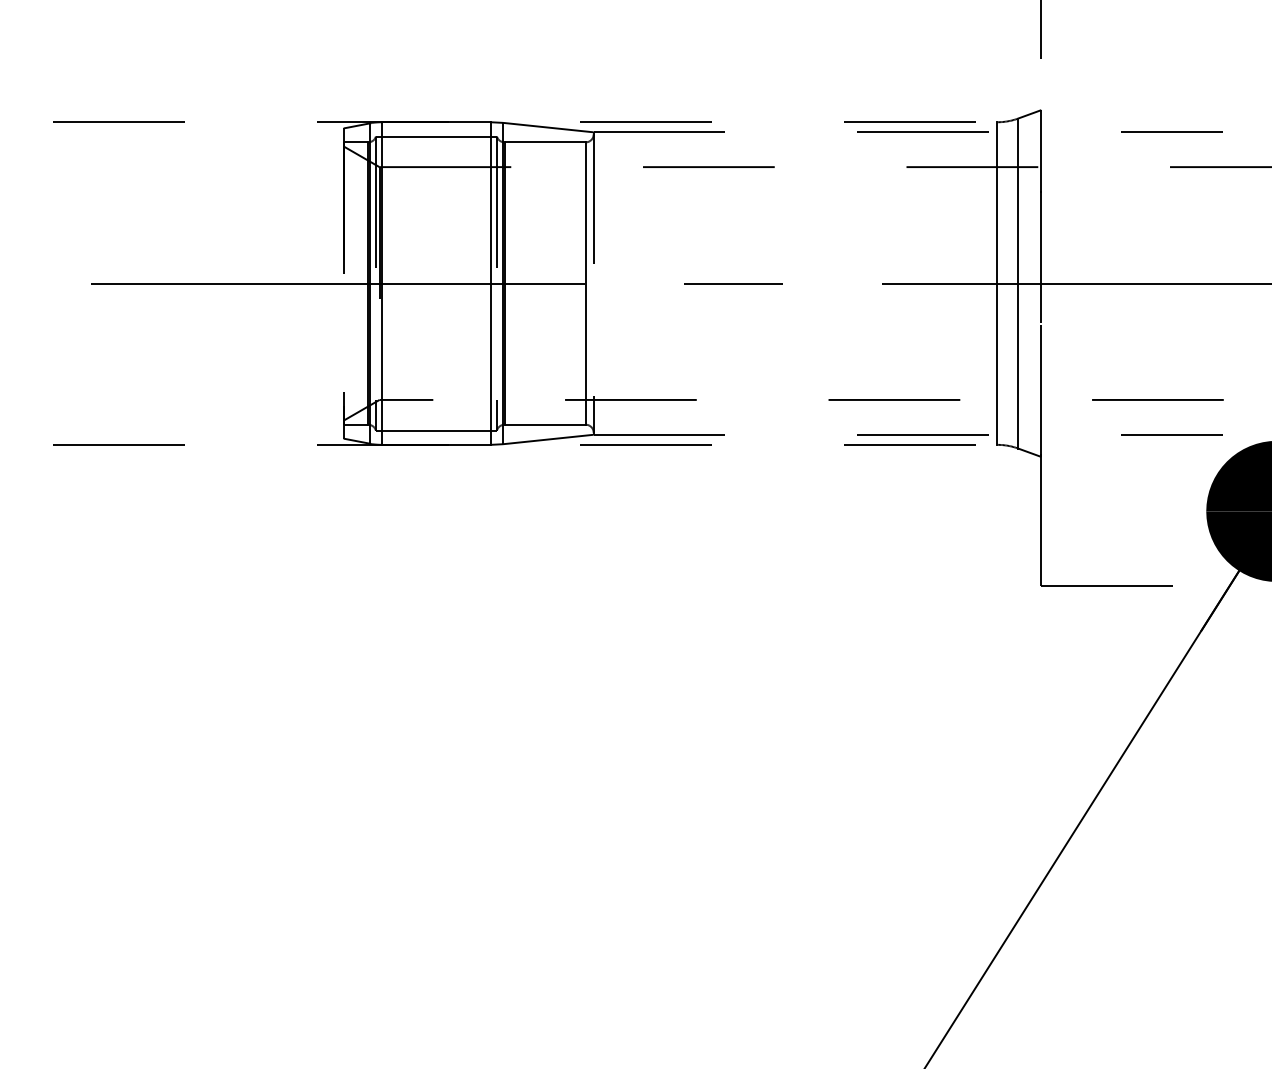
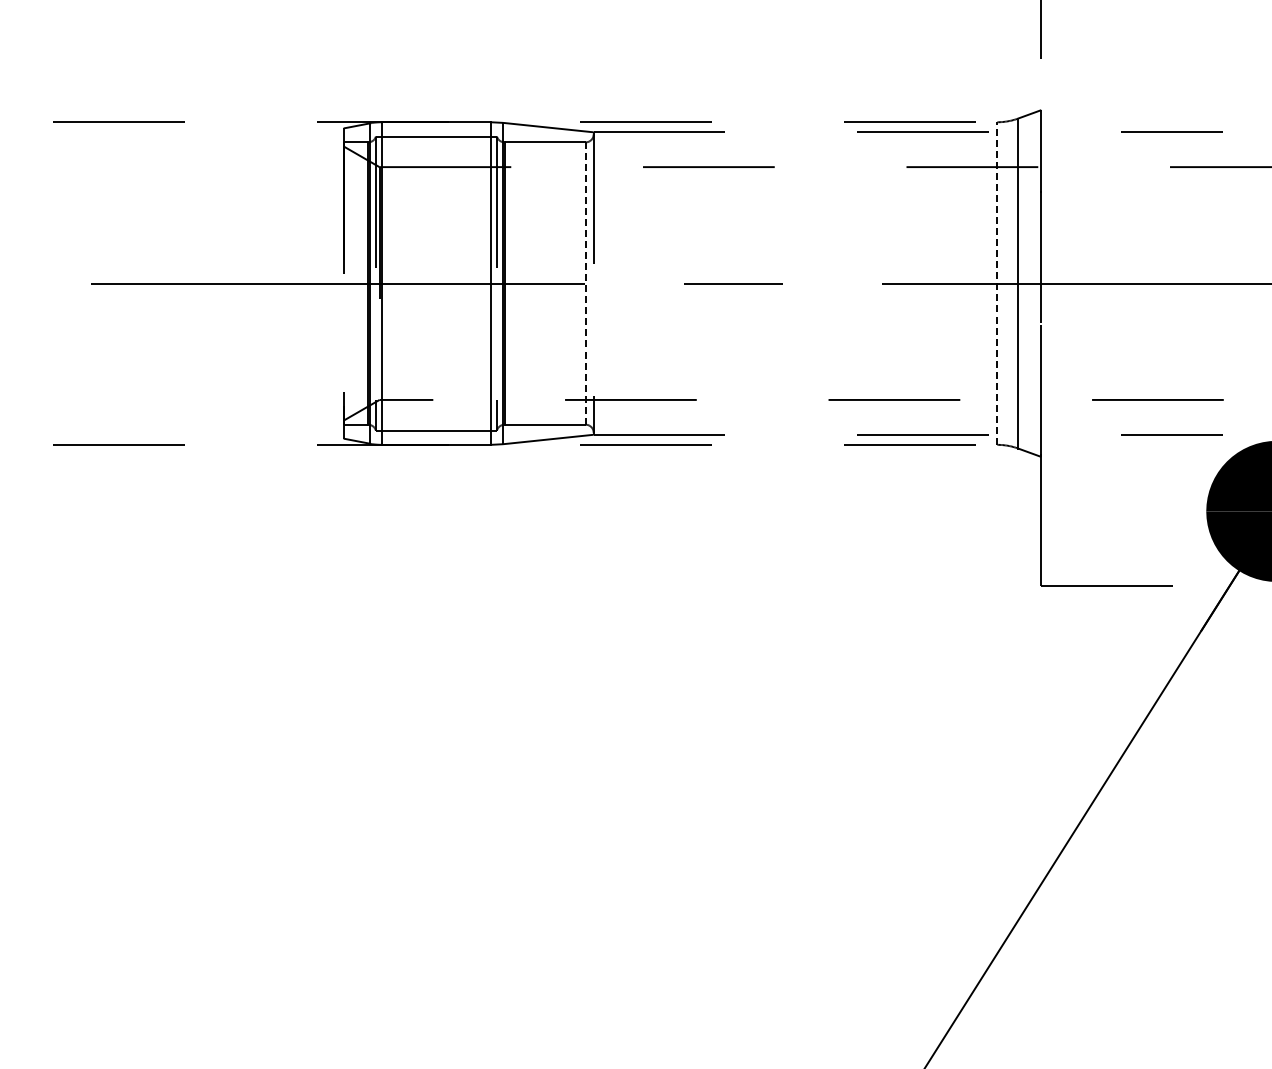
line at (585, 283): solid -> dashed
line at (997, 283): solid -> dashed
